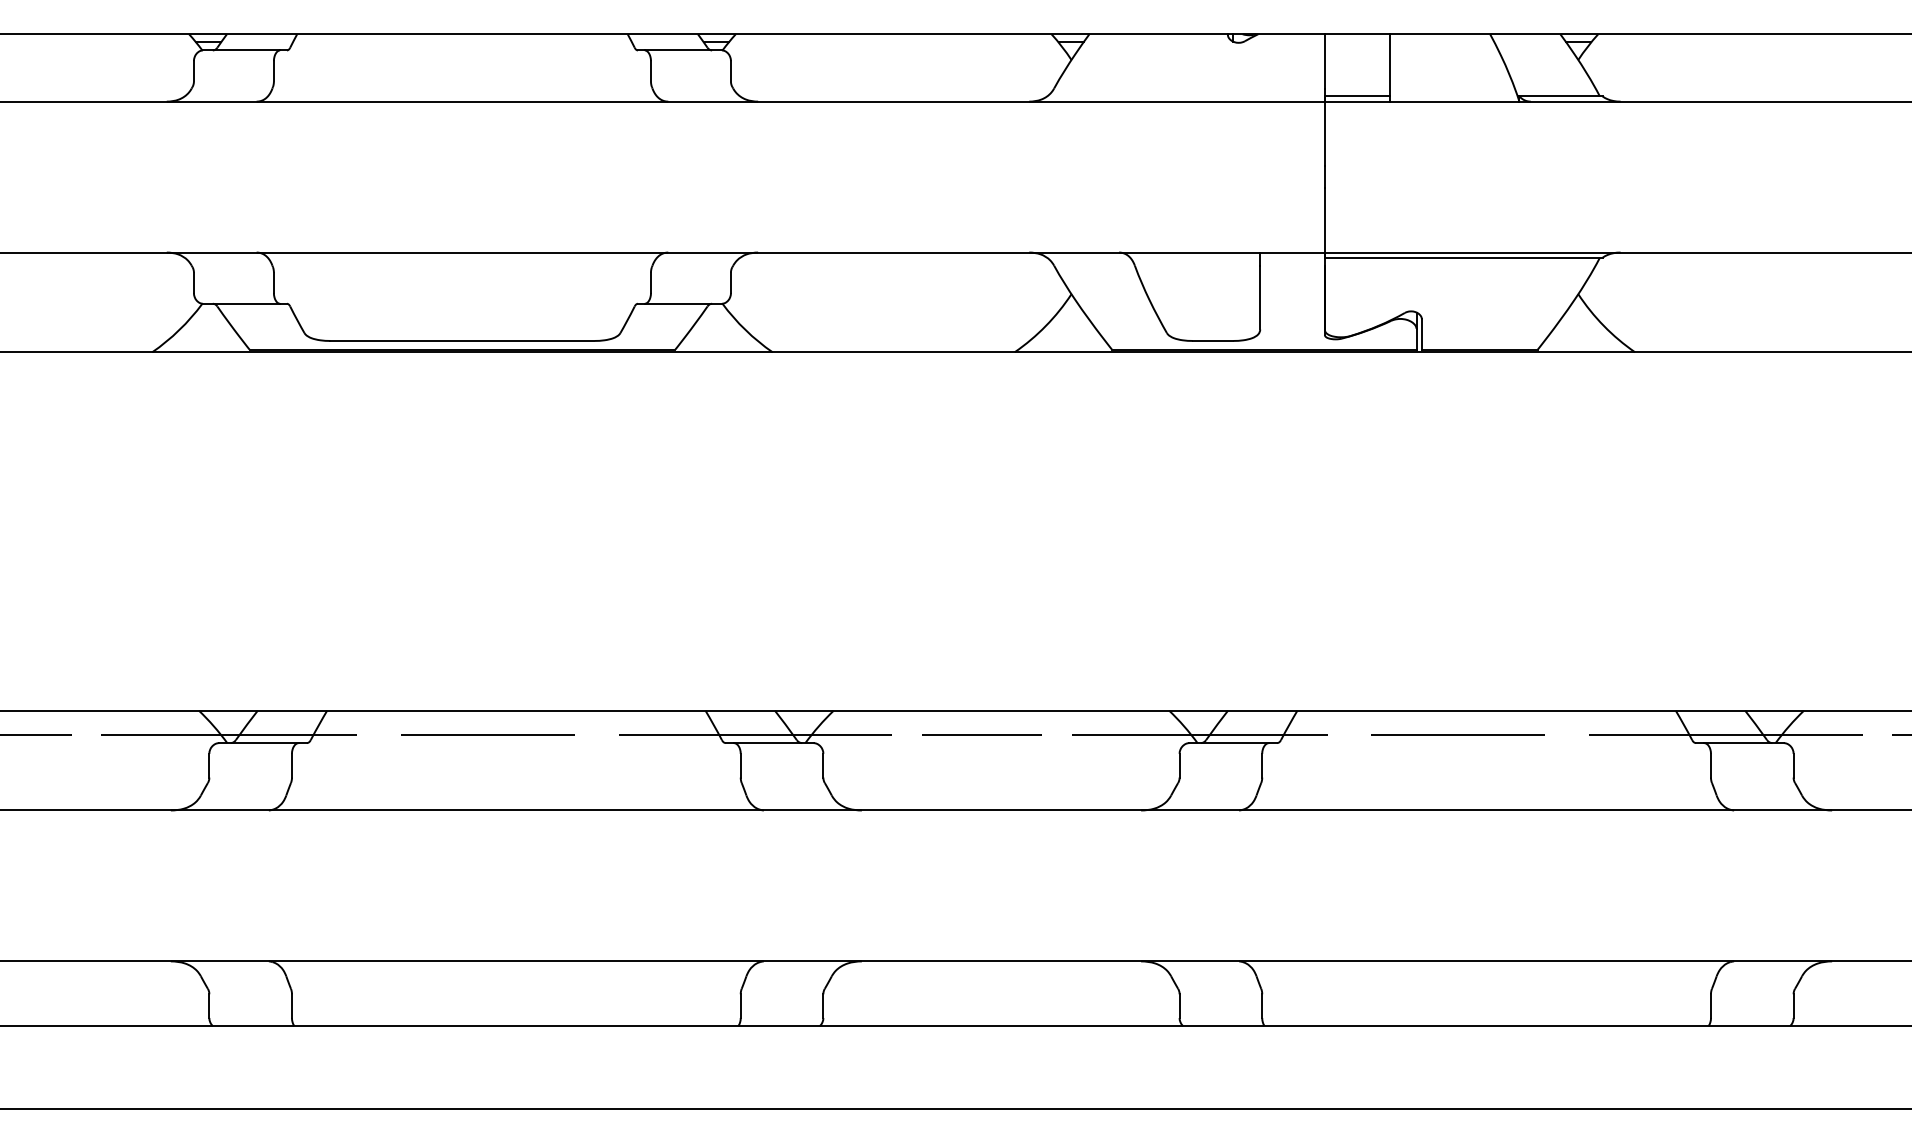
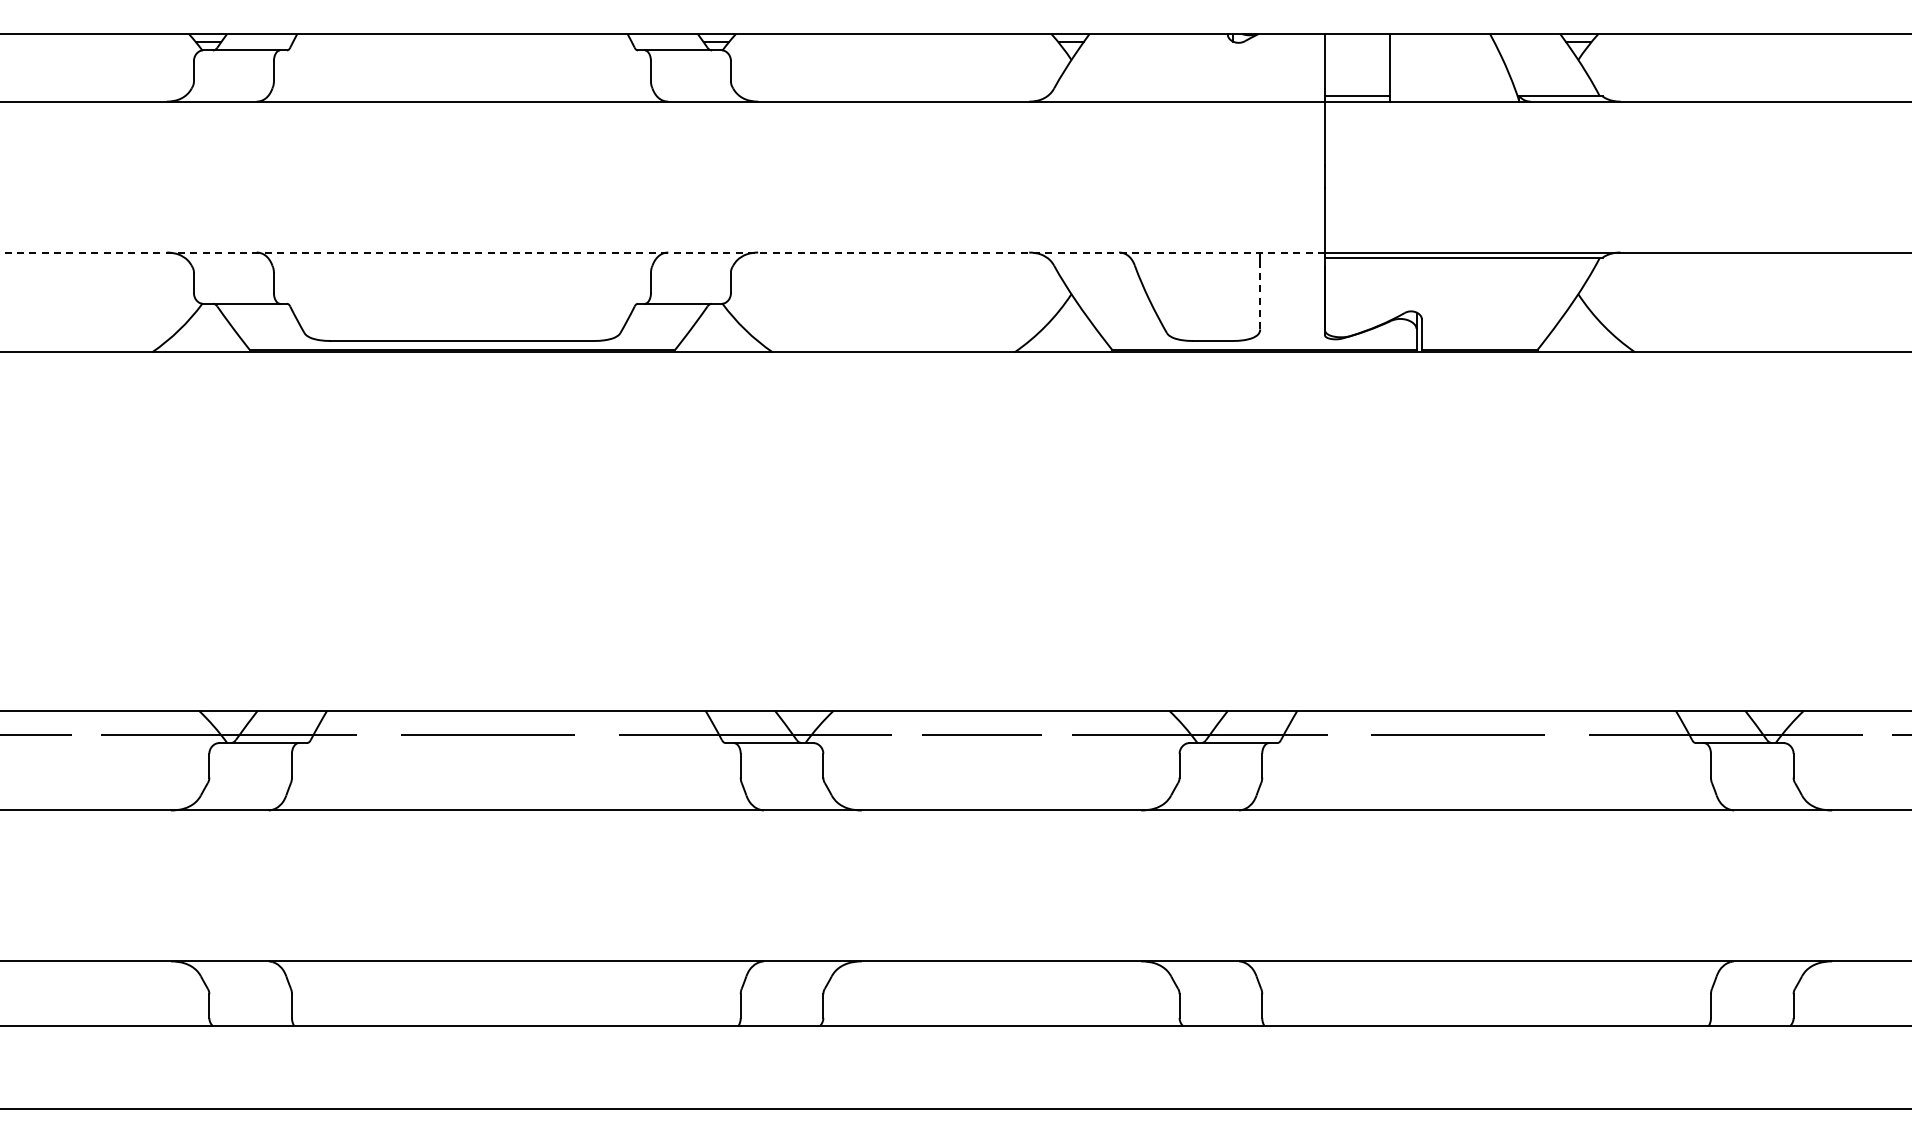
line at (661, 252): solid -> dashed
line at (1260, 297): solid -> dashed
